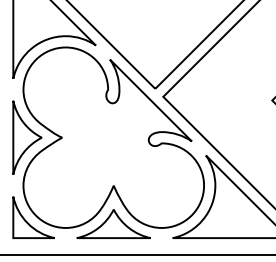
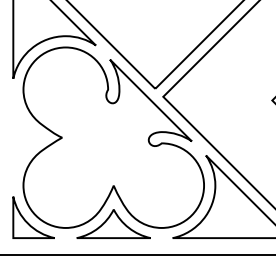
part at (27, 137): present -> none
